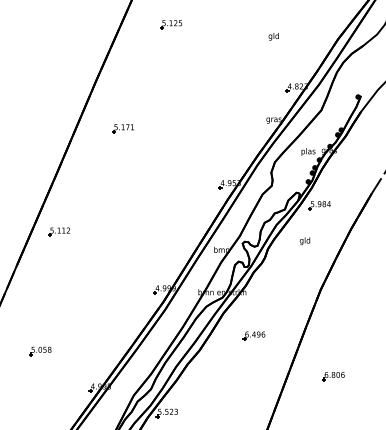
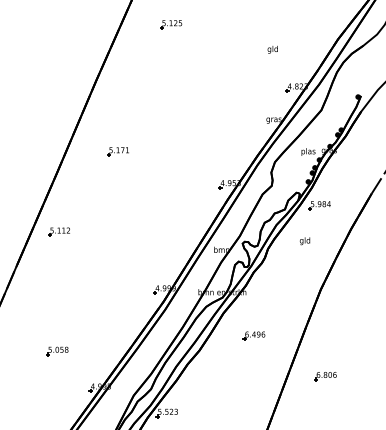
text at (273, 36) position: (273, 36) -> (272, 49)
part at (122, 128) position: (122, 128) -> (117, 151)
part at (40, 351) position: (40, 351) -> (57, 351)
part at (333, 376) position: (333, 376) -> (325, 376)
